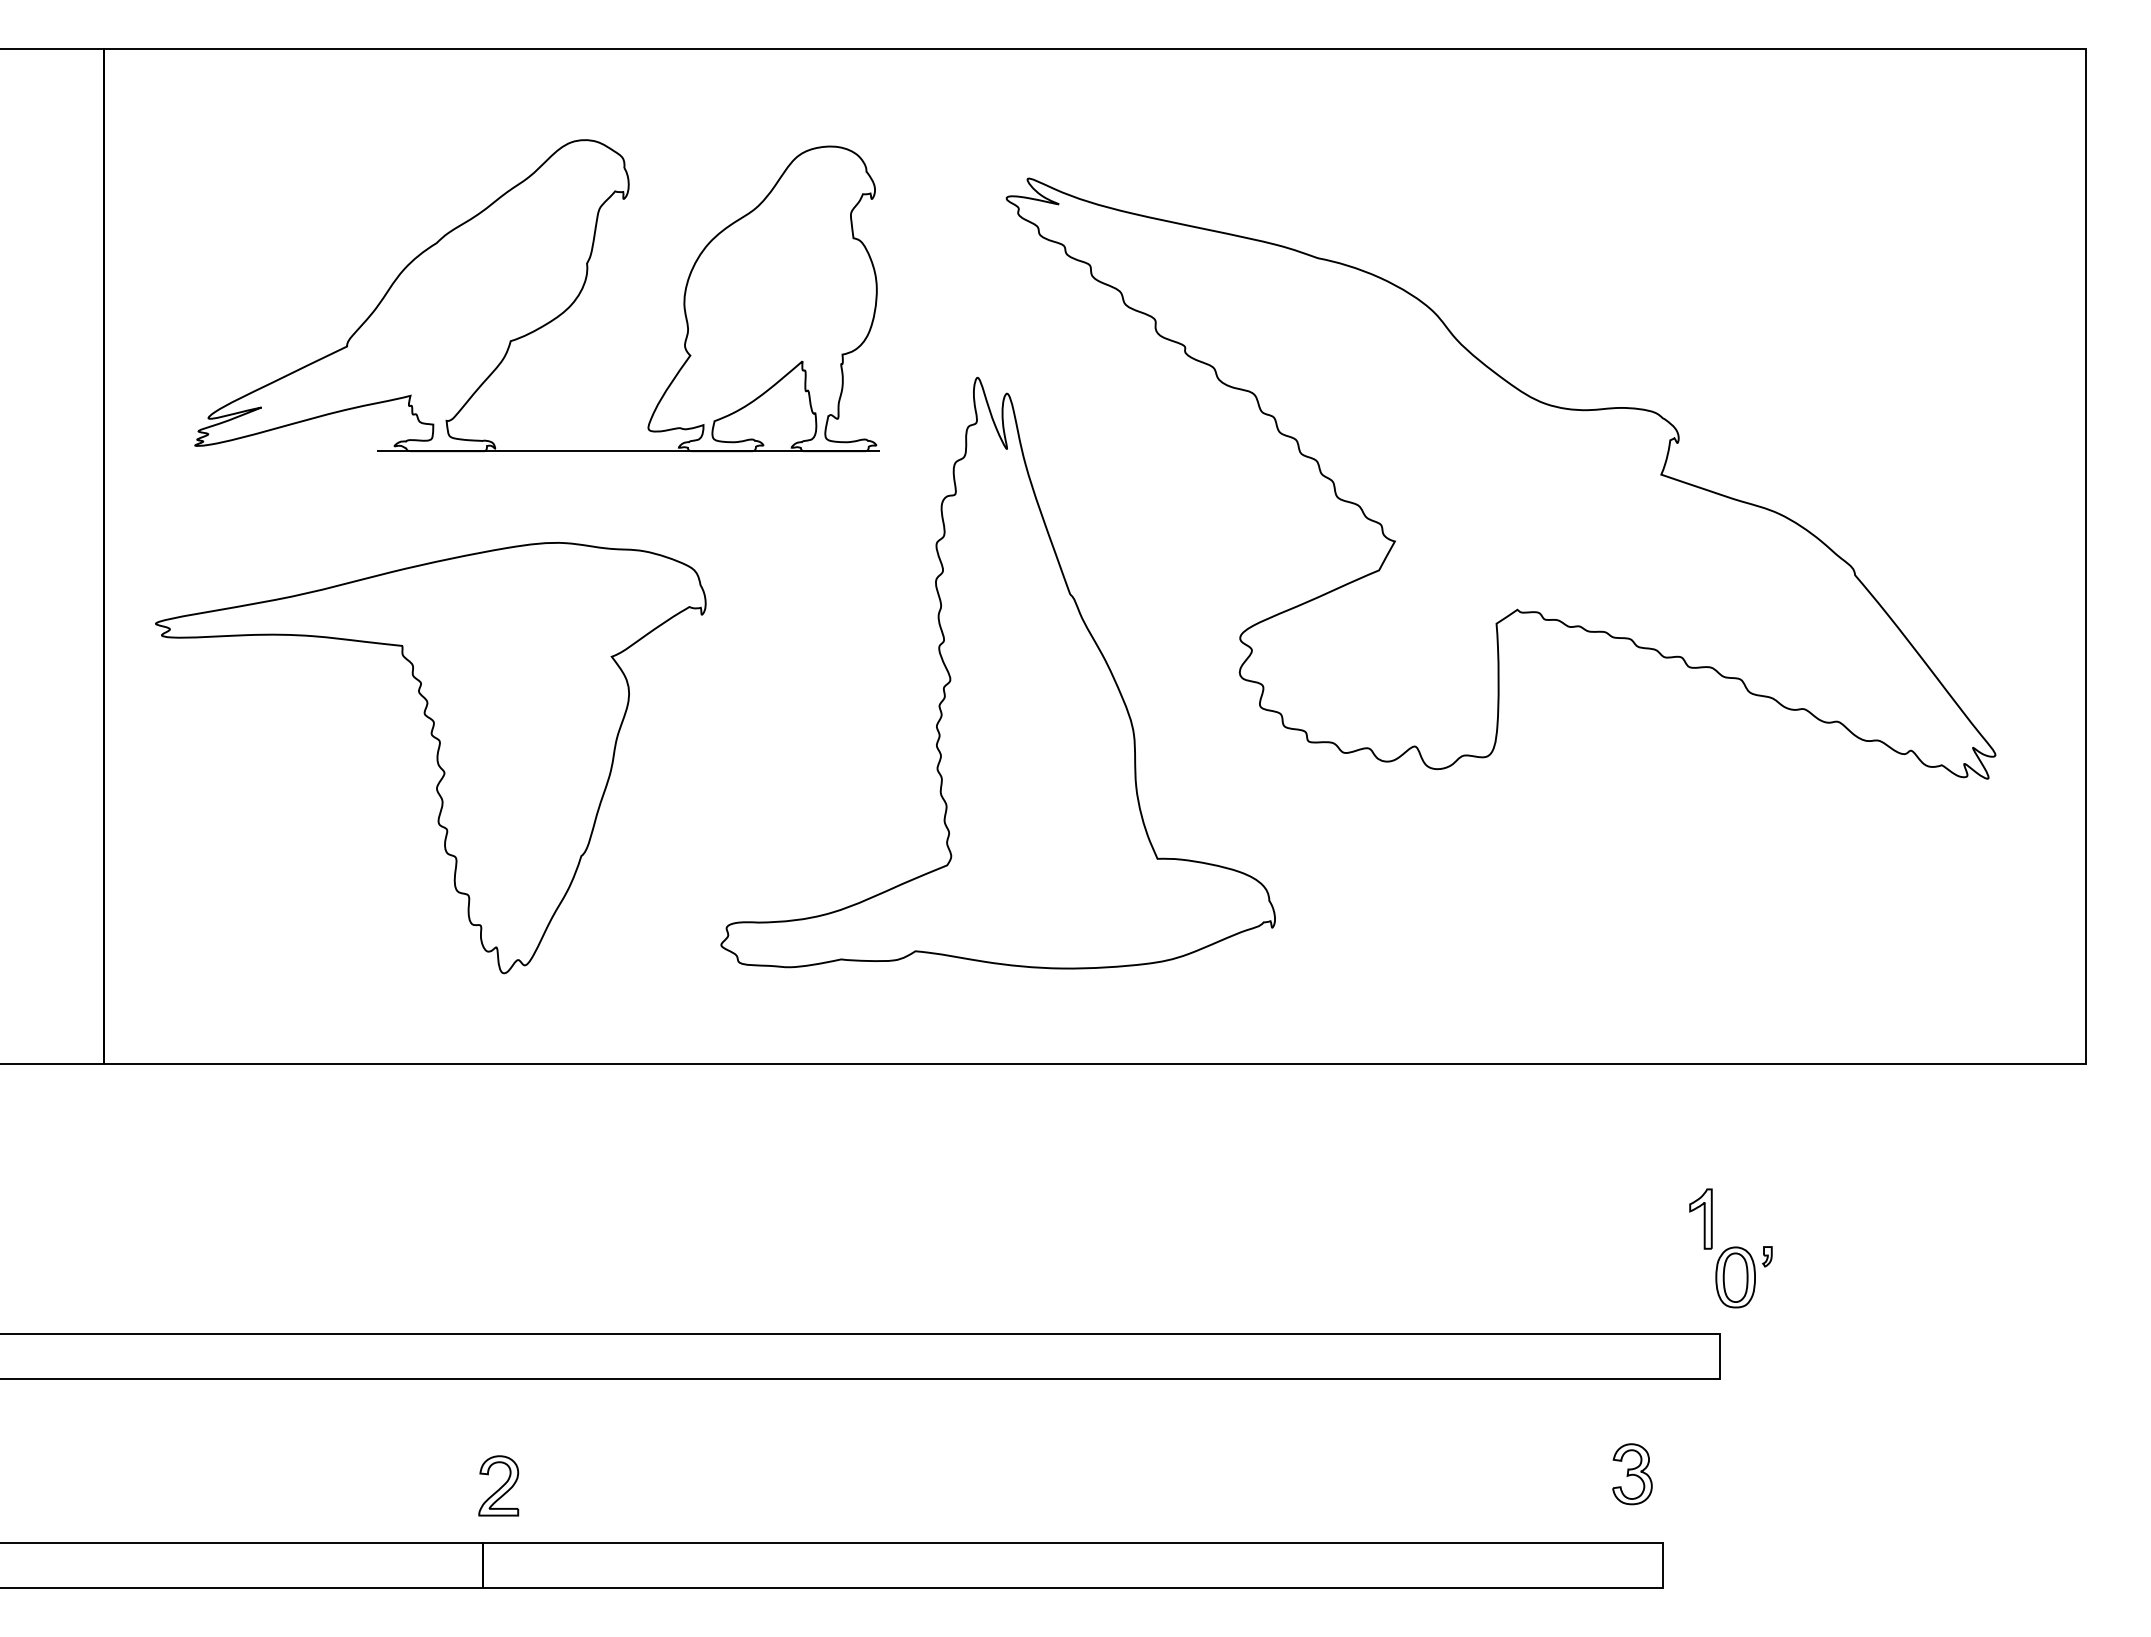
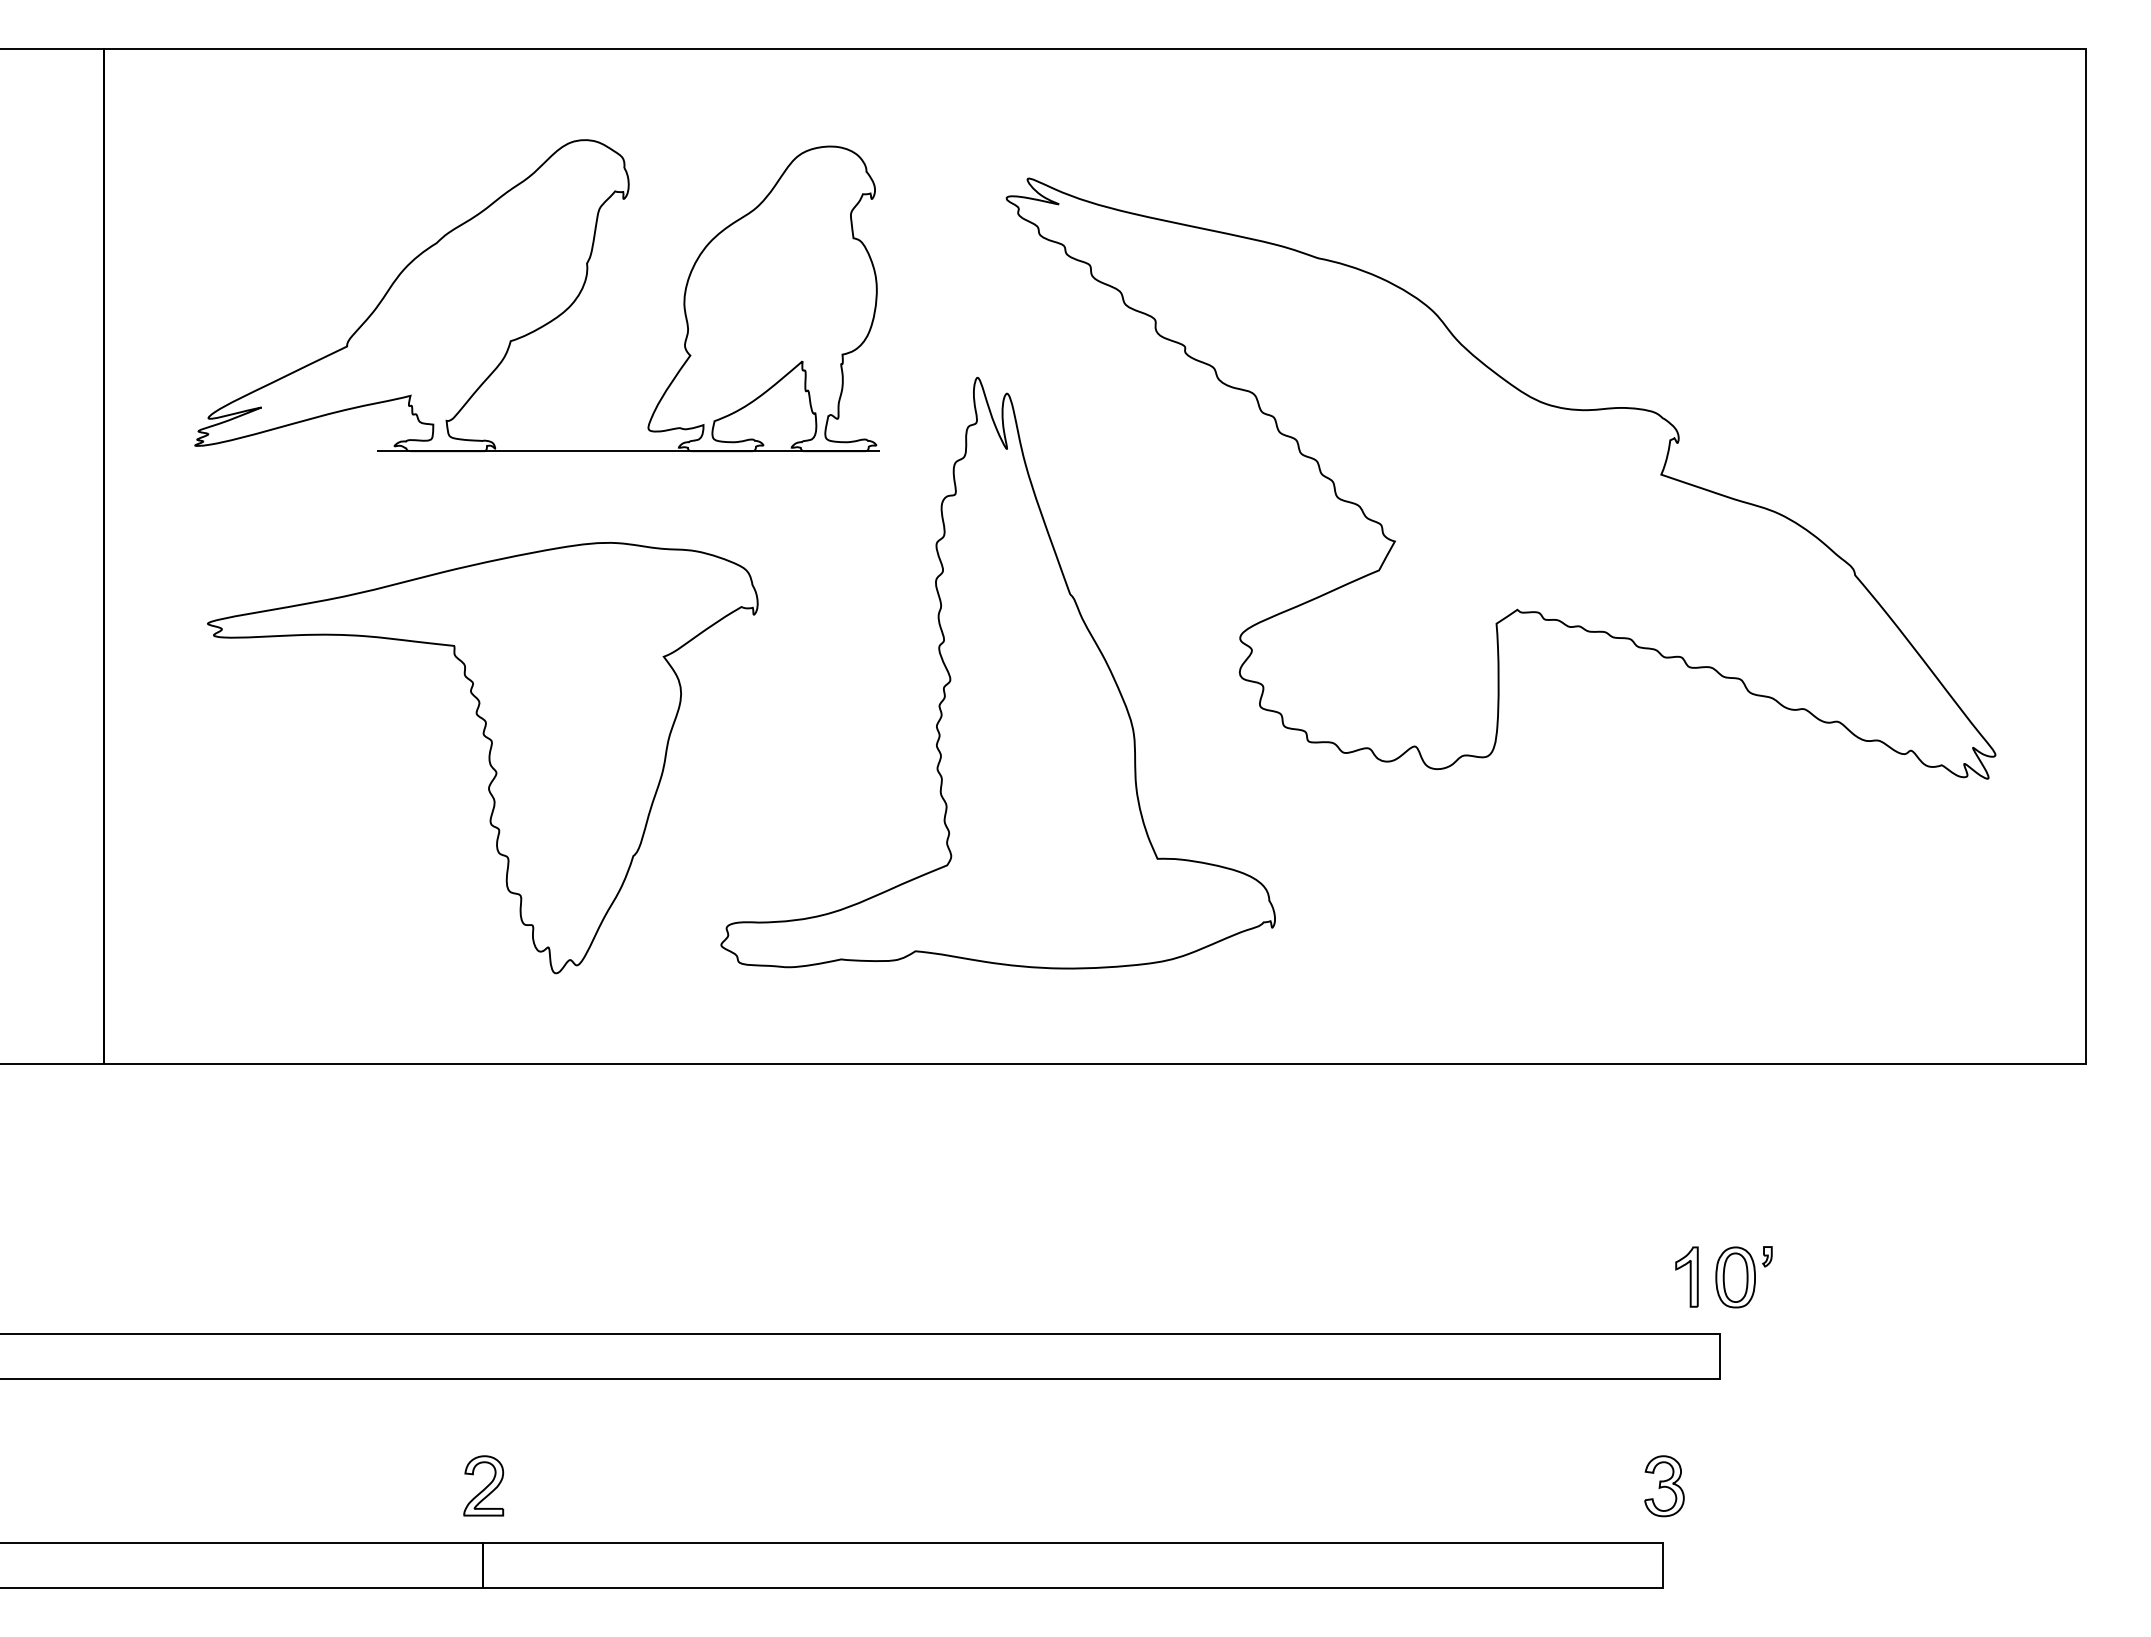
part at (430, 758) position: (430, 758) -> (482, 758)
part at (1700, 1218) position: (1700, 1218) -> (1686, 1276)
part at (1632, 1474) position: (1632, 1474) -> (1664, 1486)
part at (498, 1485) position: (498, 1485) -> (483, 1485)
